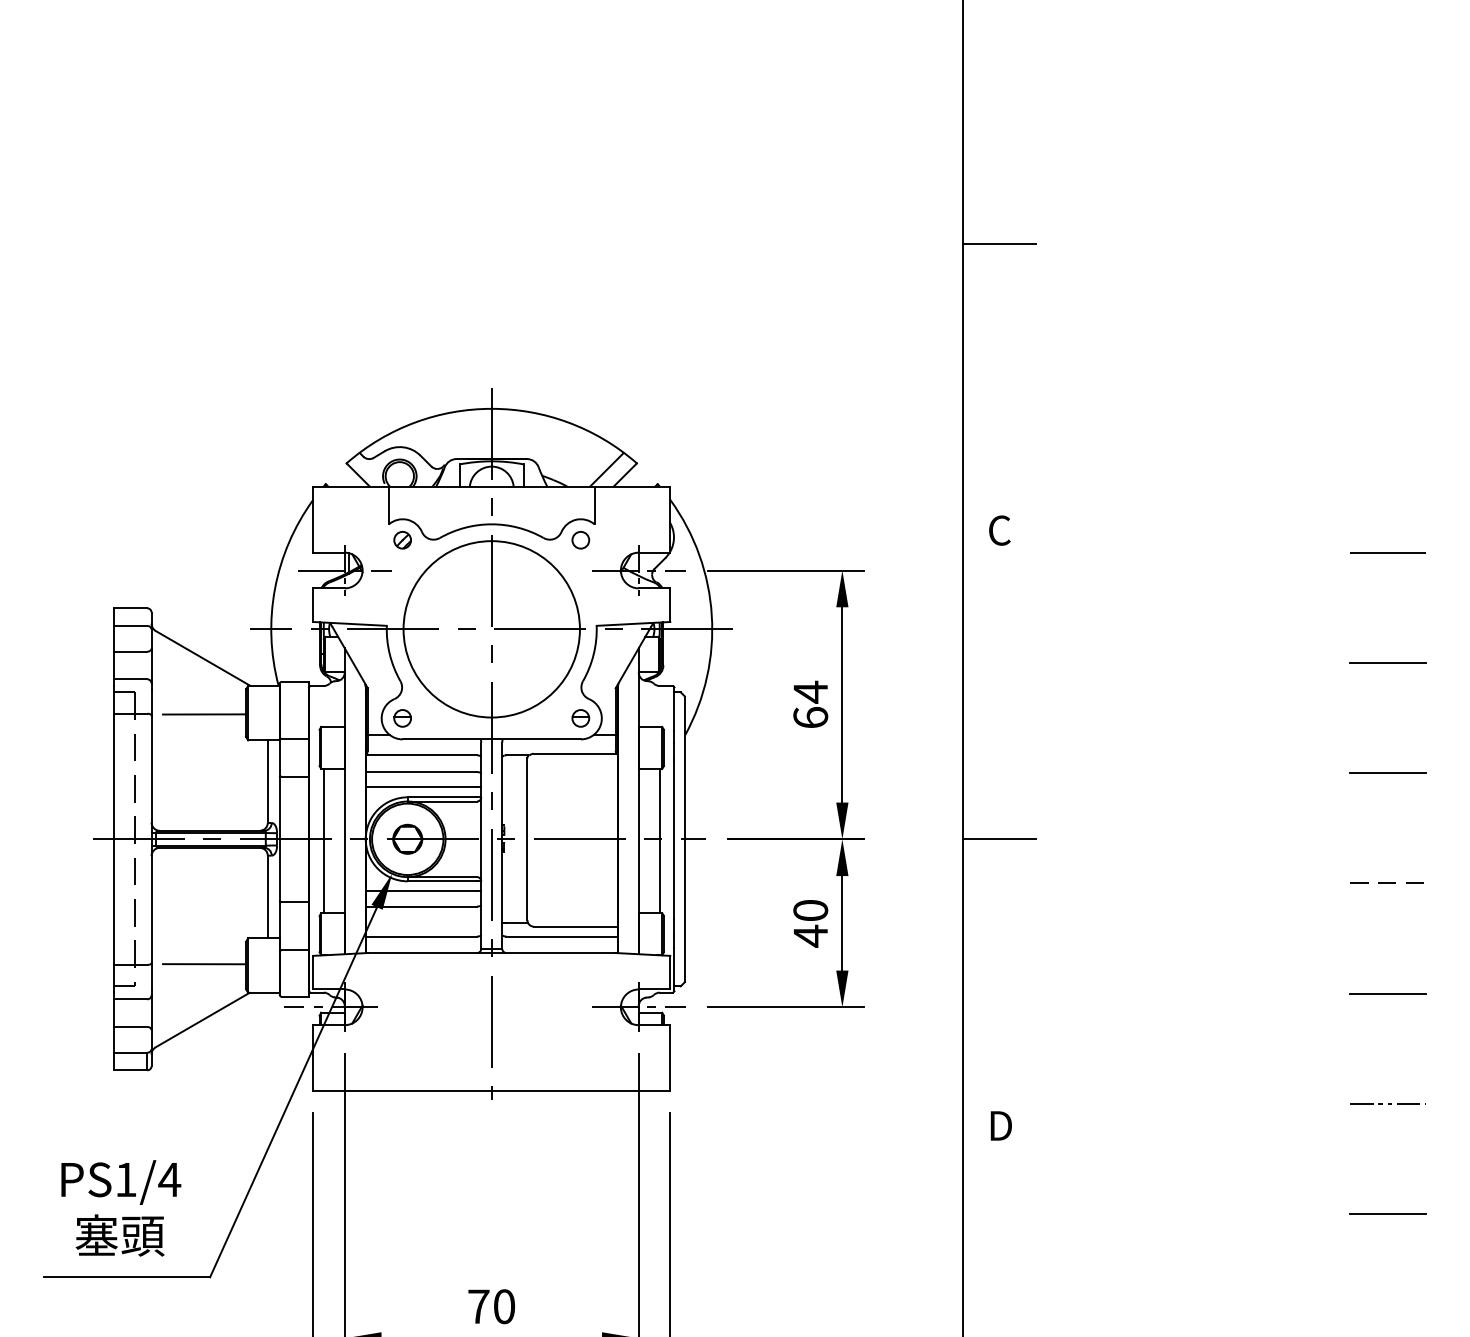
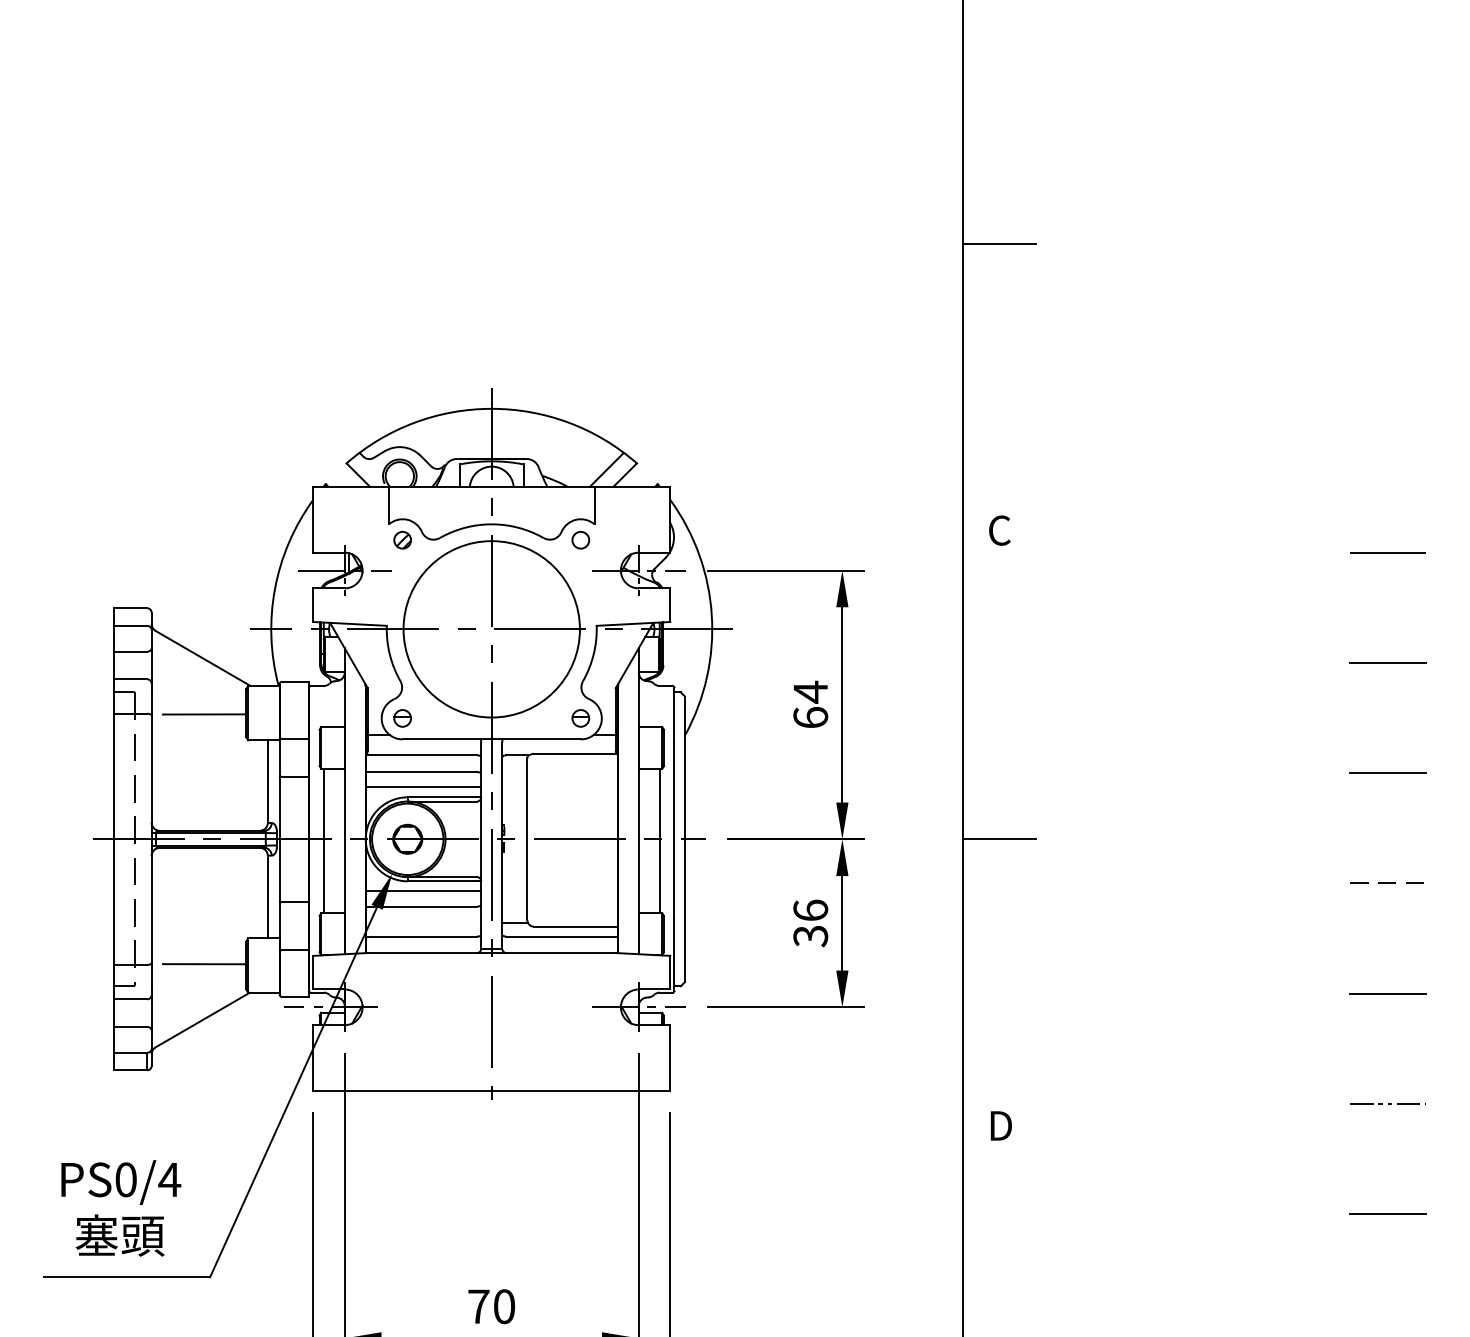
text at (810, 923): 40 -> 36
text at (125, 1179): PS1/4 -> PS0/4
